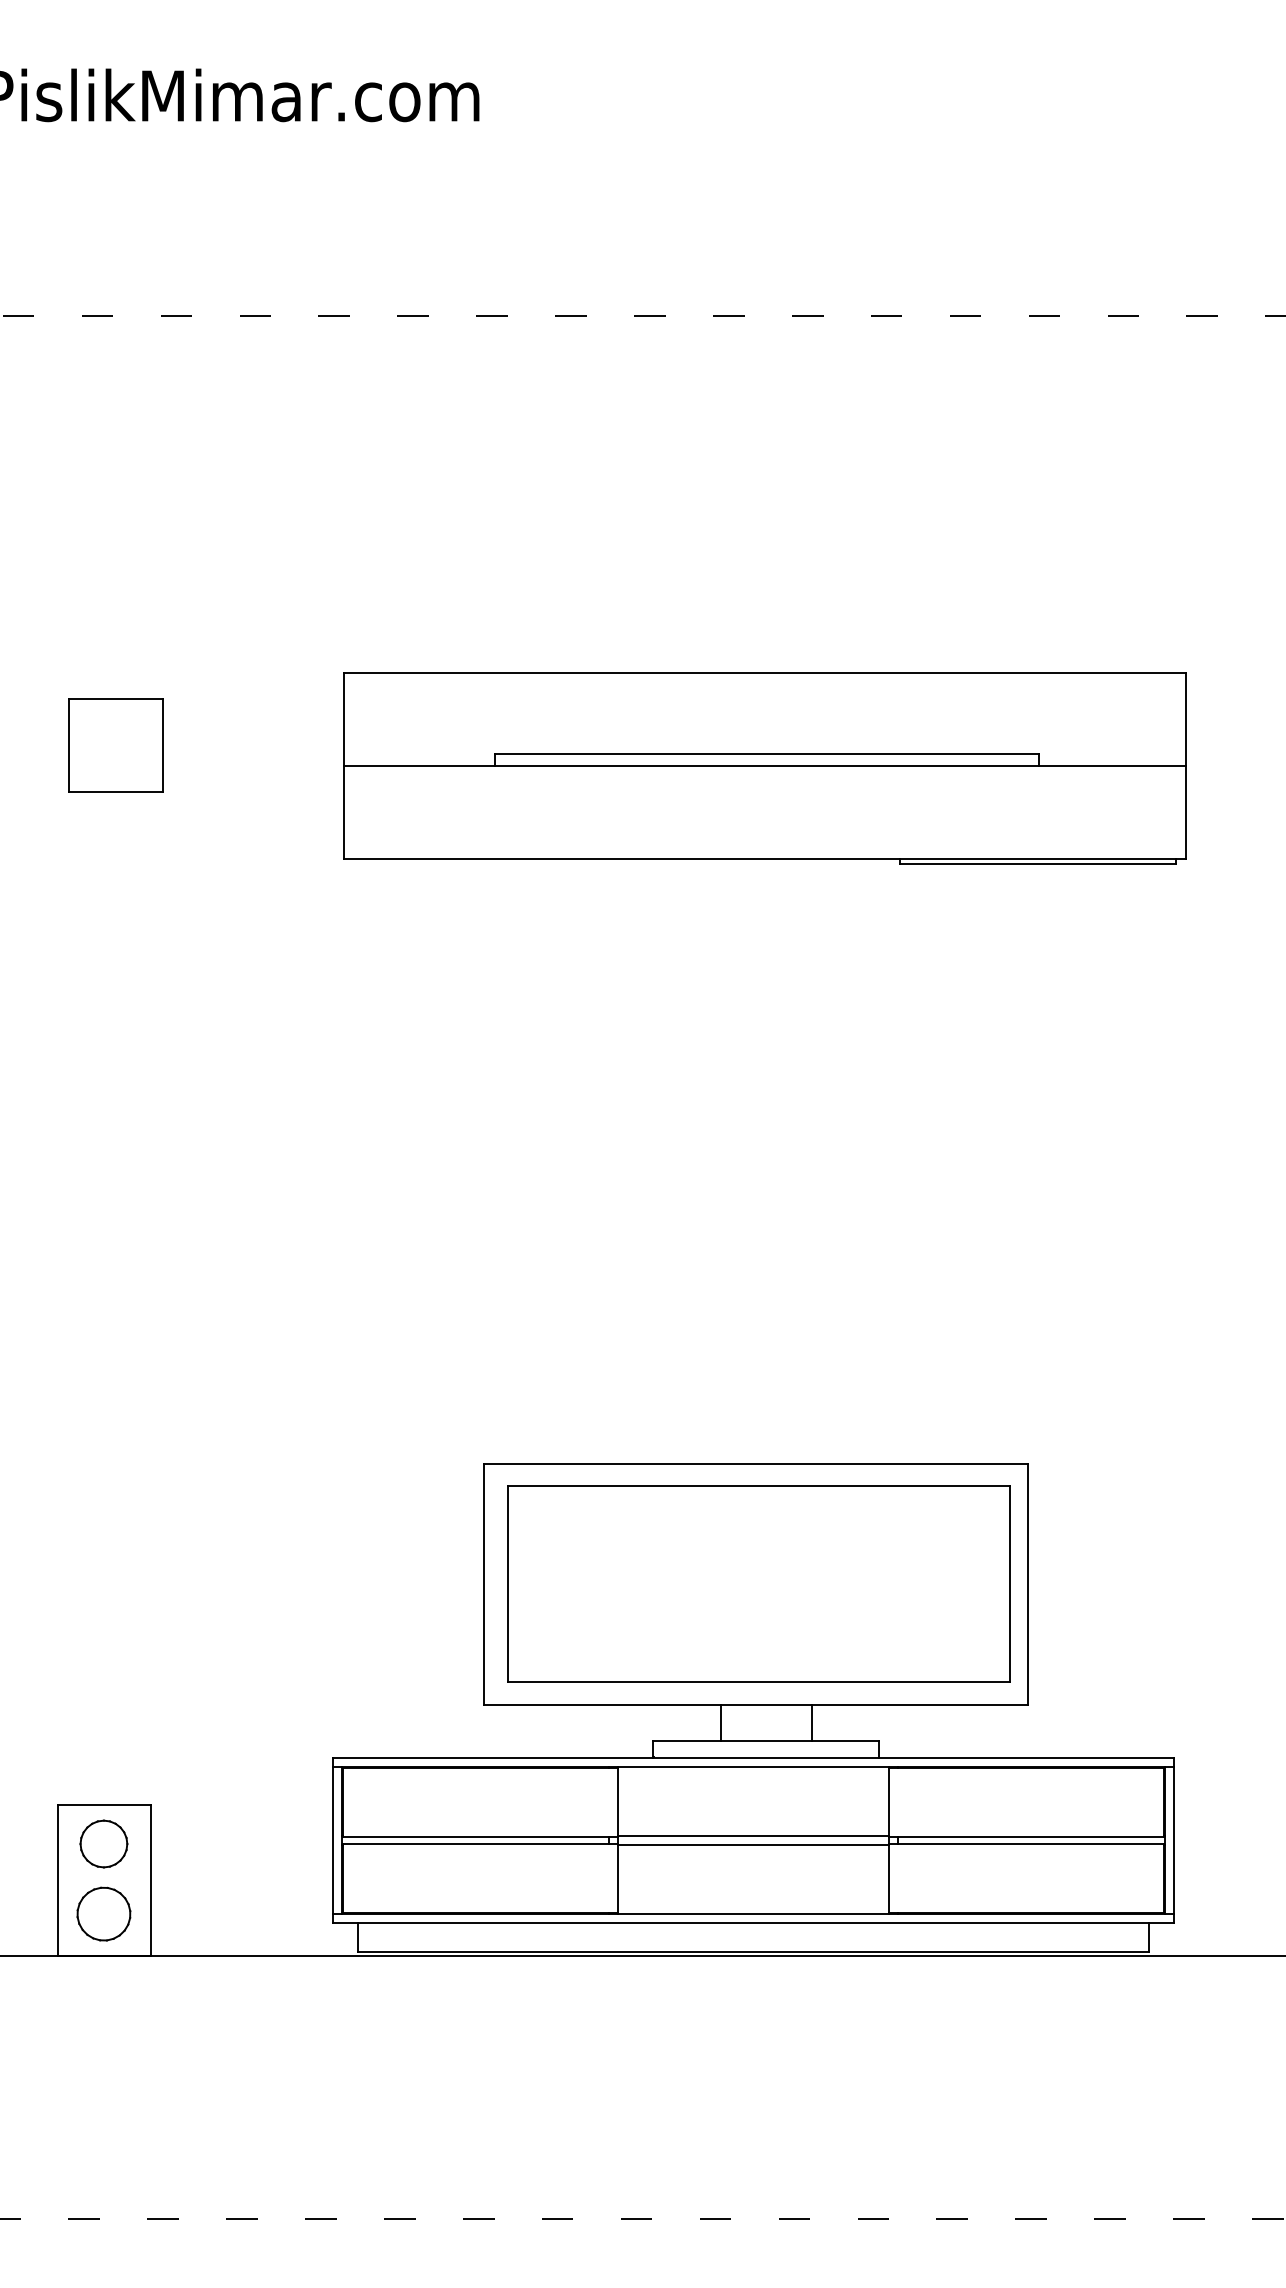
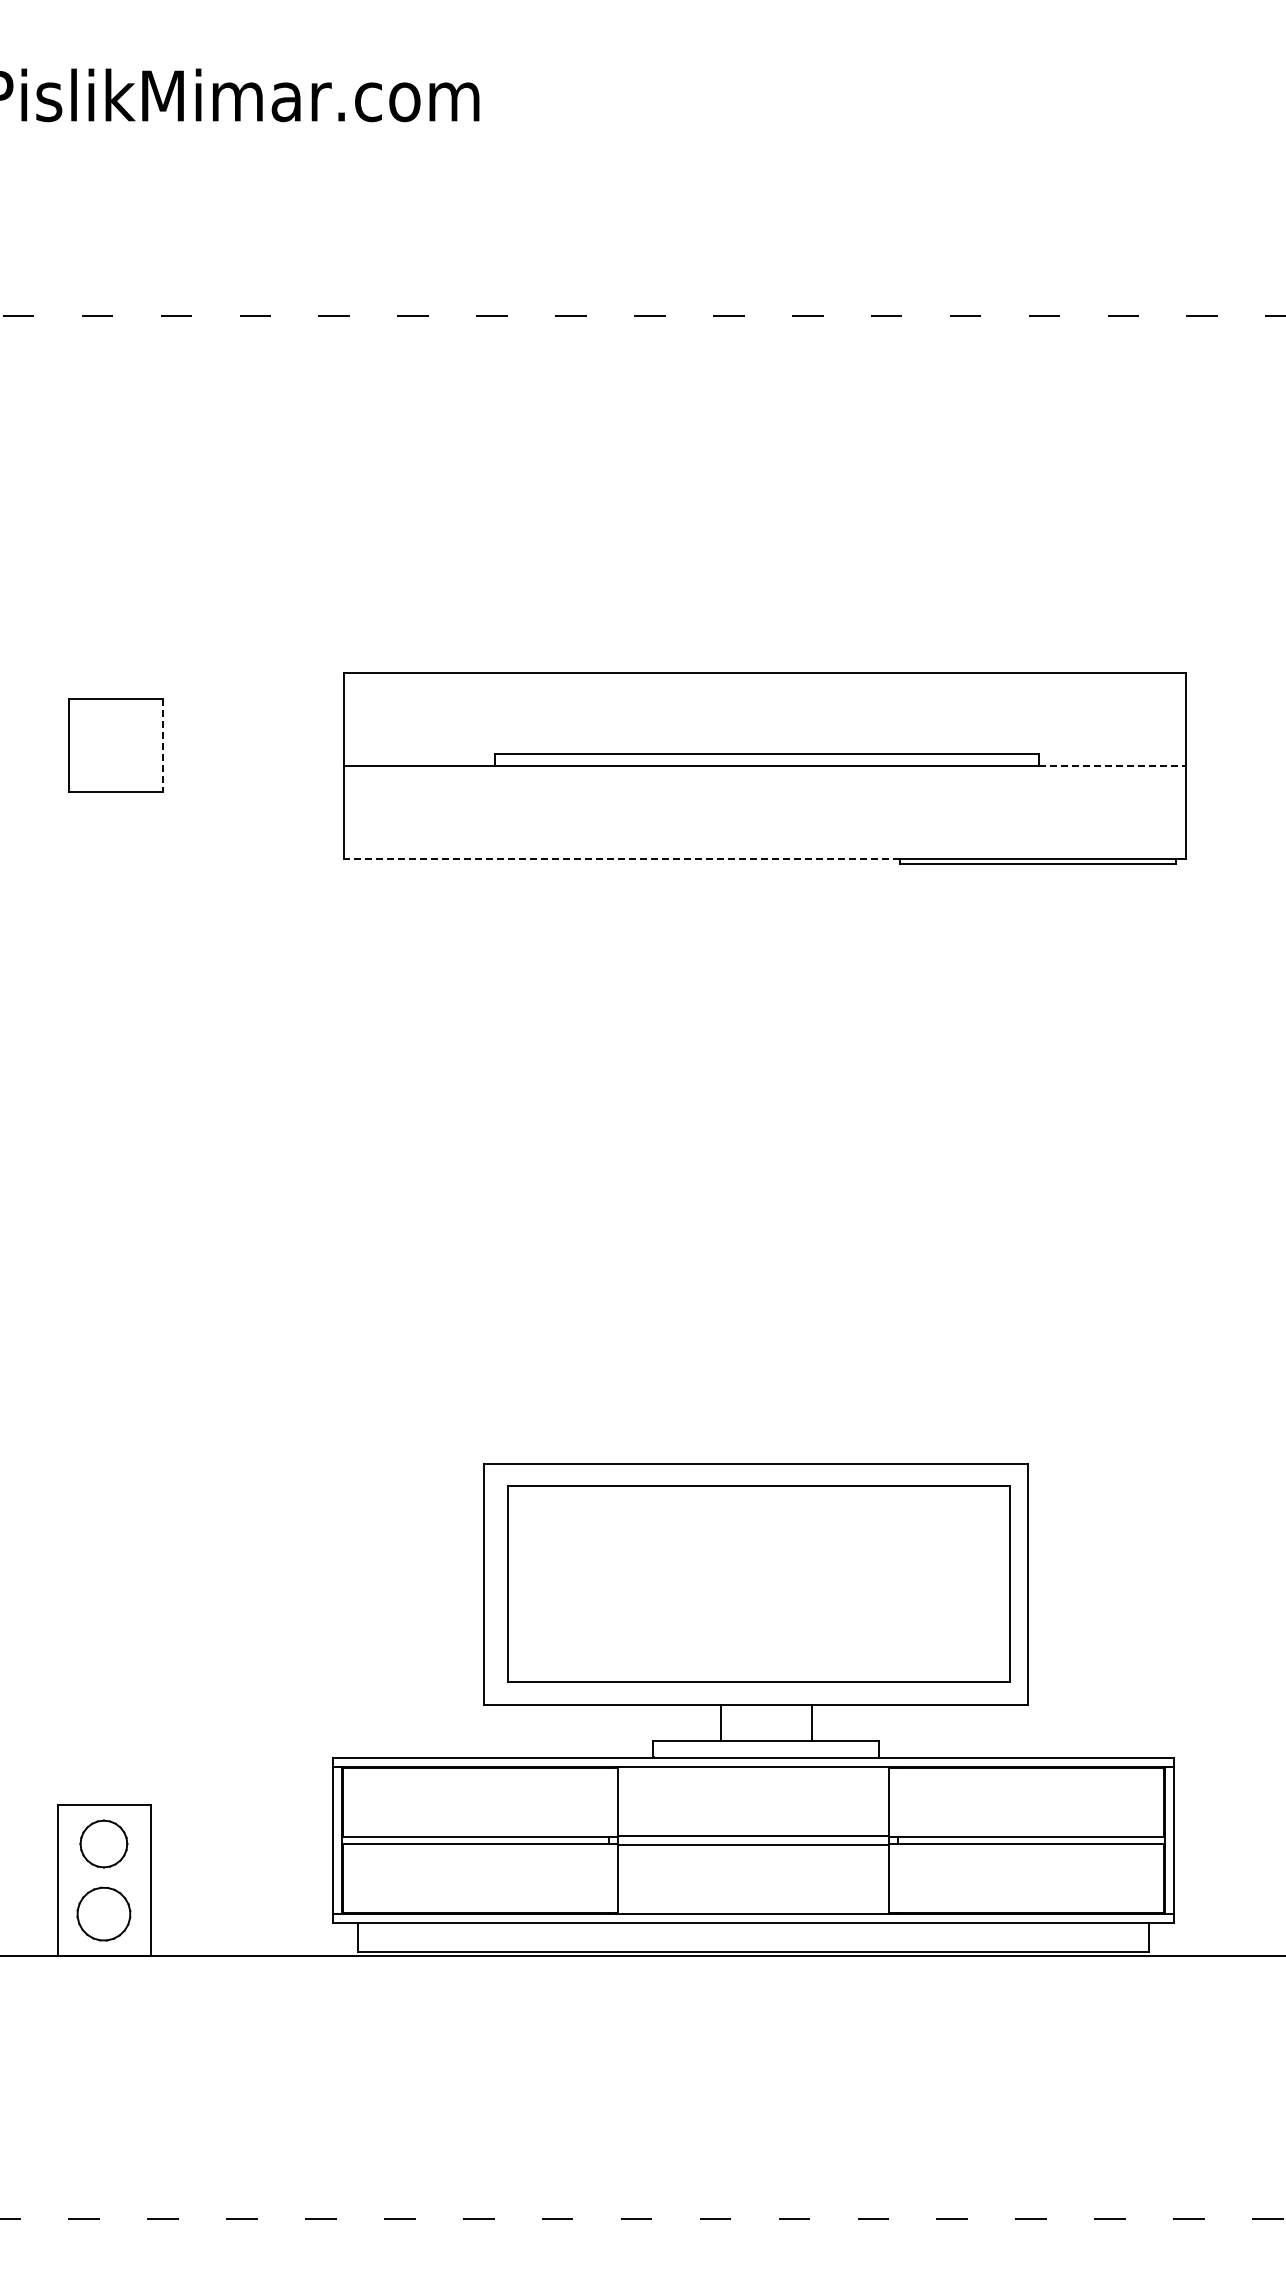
line at (162, 745): solid -> dashed
line at (1112, 766): solid -> dashed
line at (621, 858): solid -> dashed
